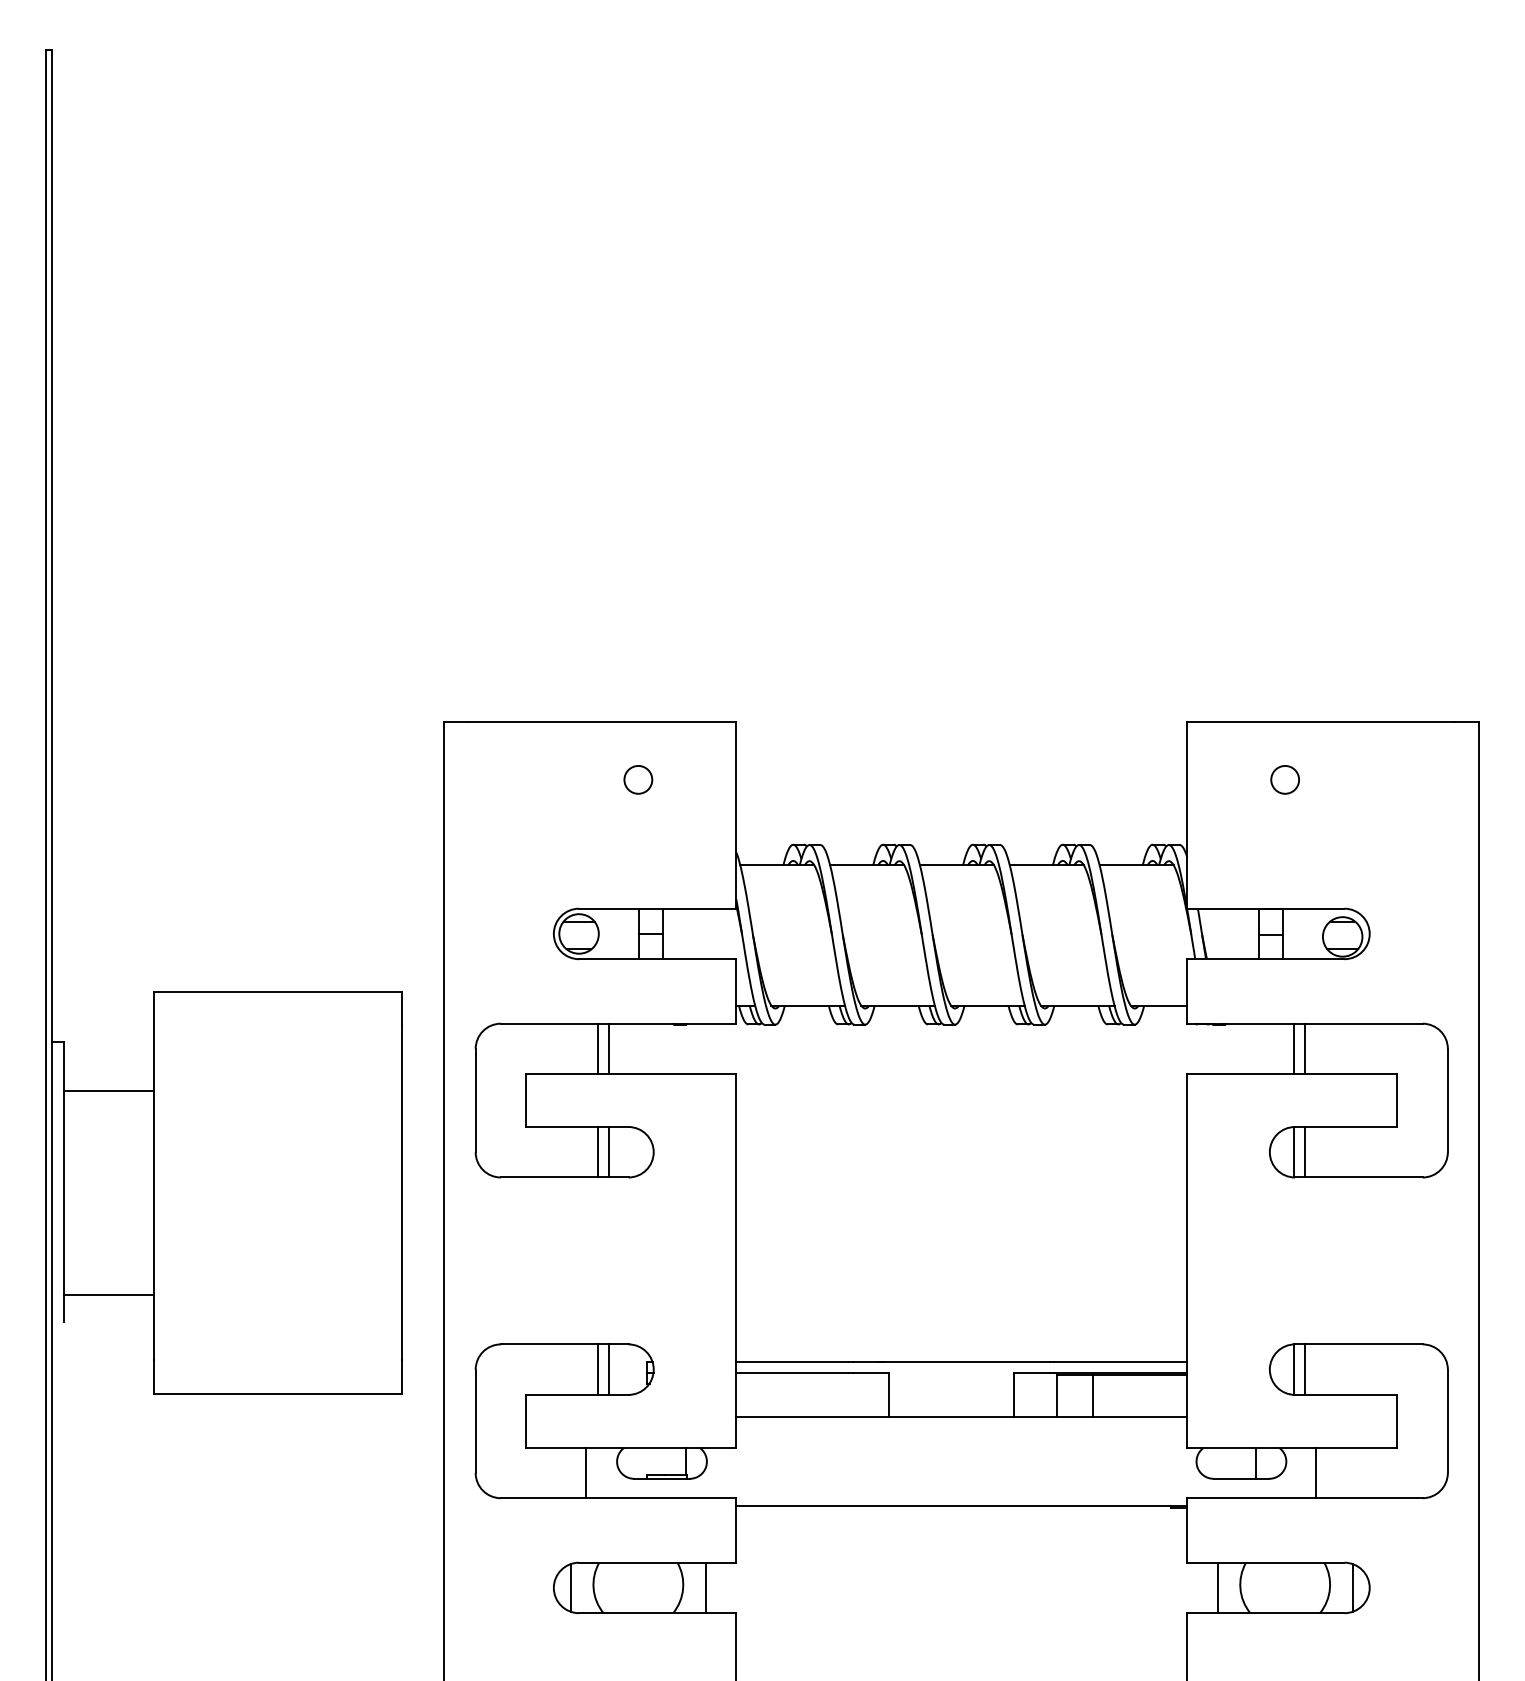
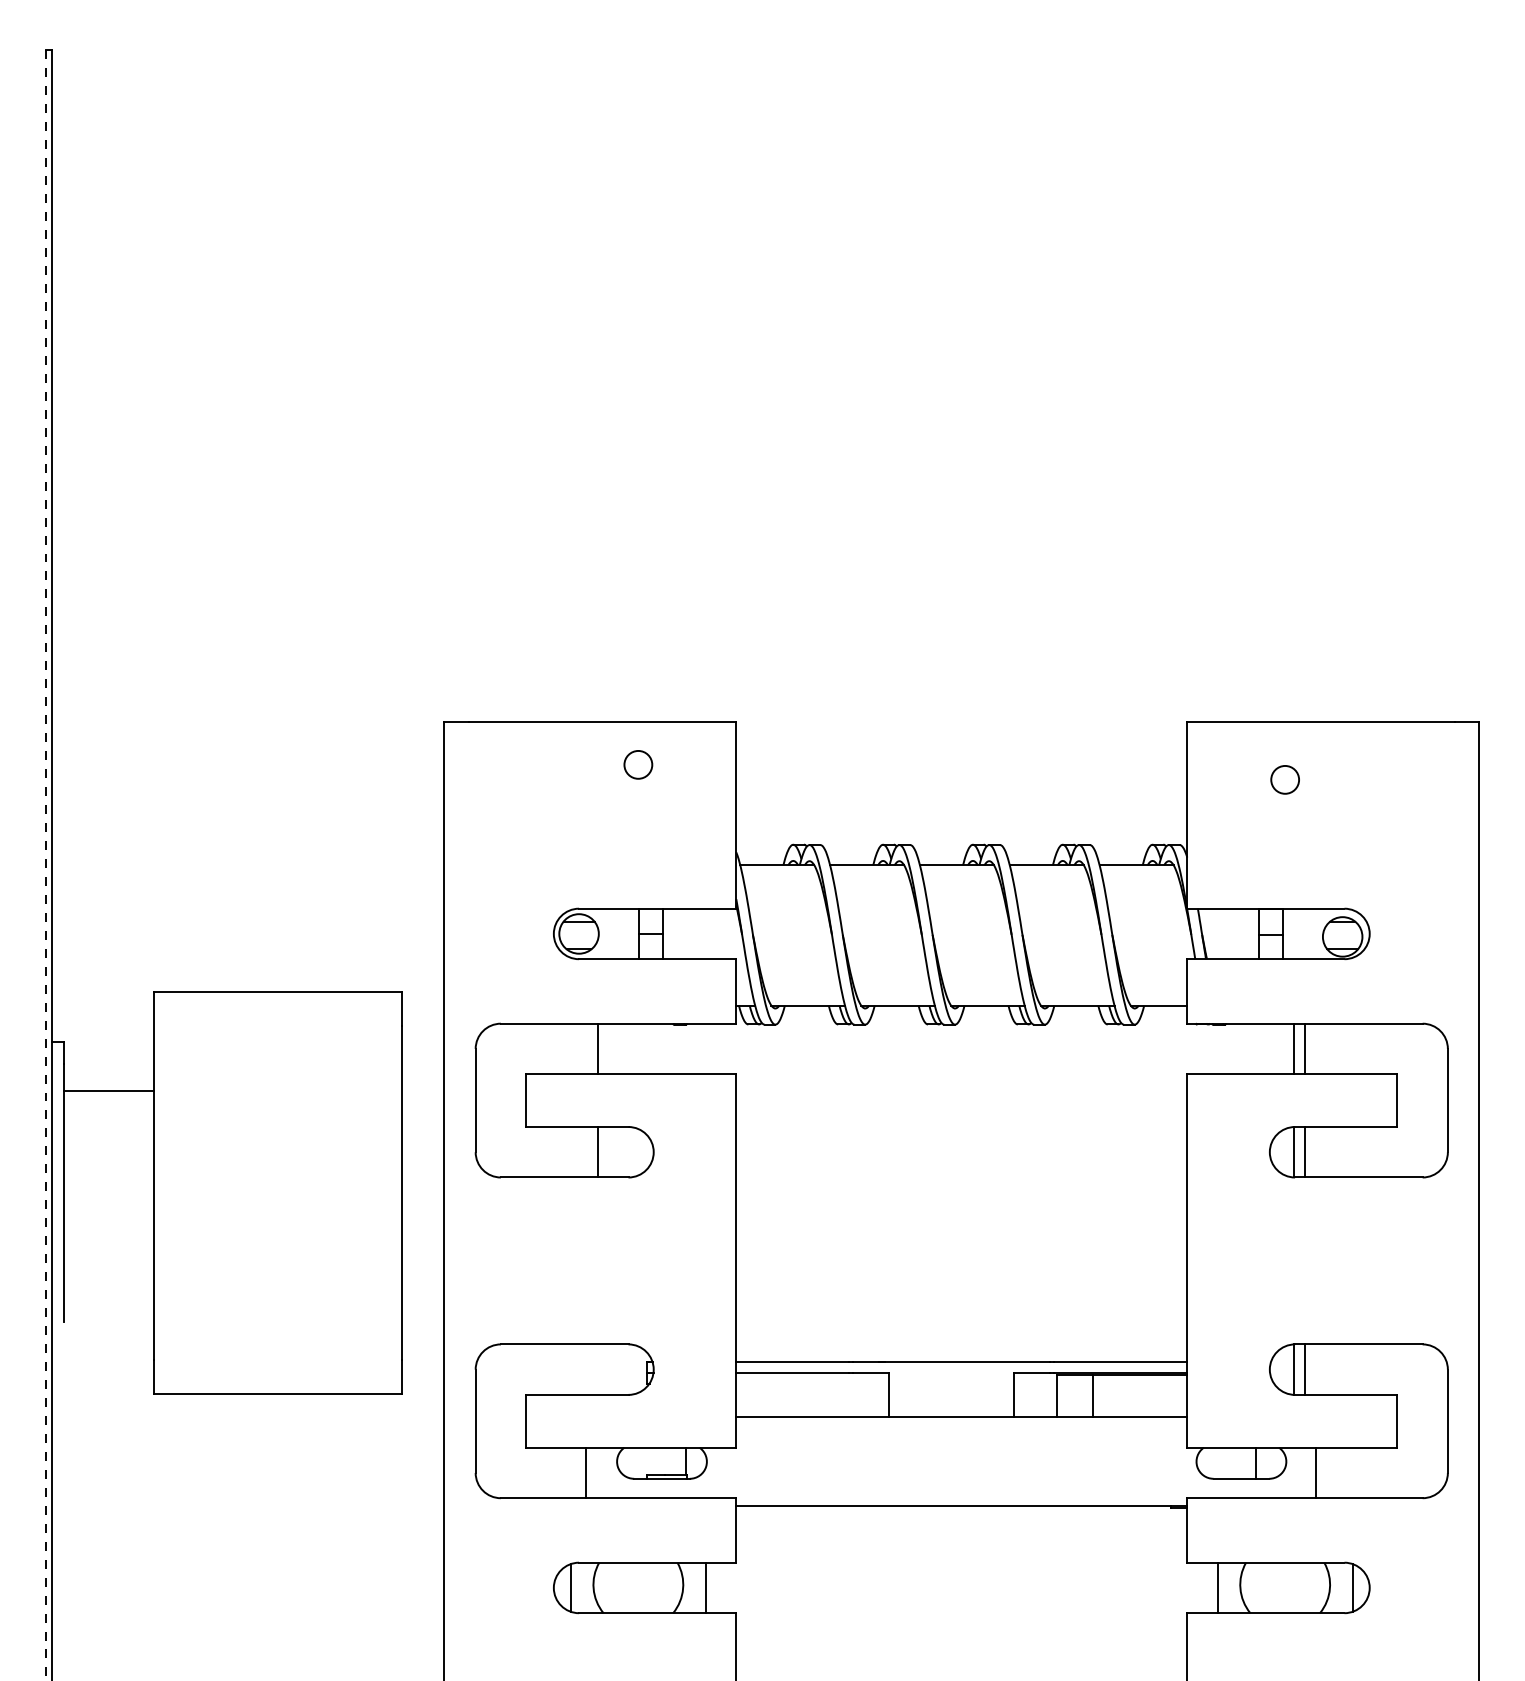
circle at (638, 779) position: (638, 779) -> (638, 764)
line at (45, 866): solid -> dashed
line at (608, 1048): present -> none
line at (608, 1152): present -> none
line at (108, 1295): present -> none
line at (597, 1369): present -> none
line at (608, 1369): present -> none
